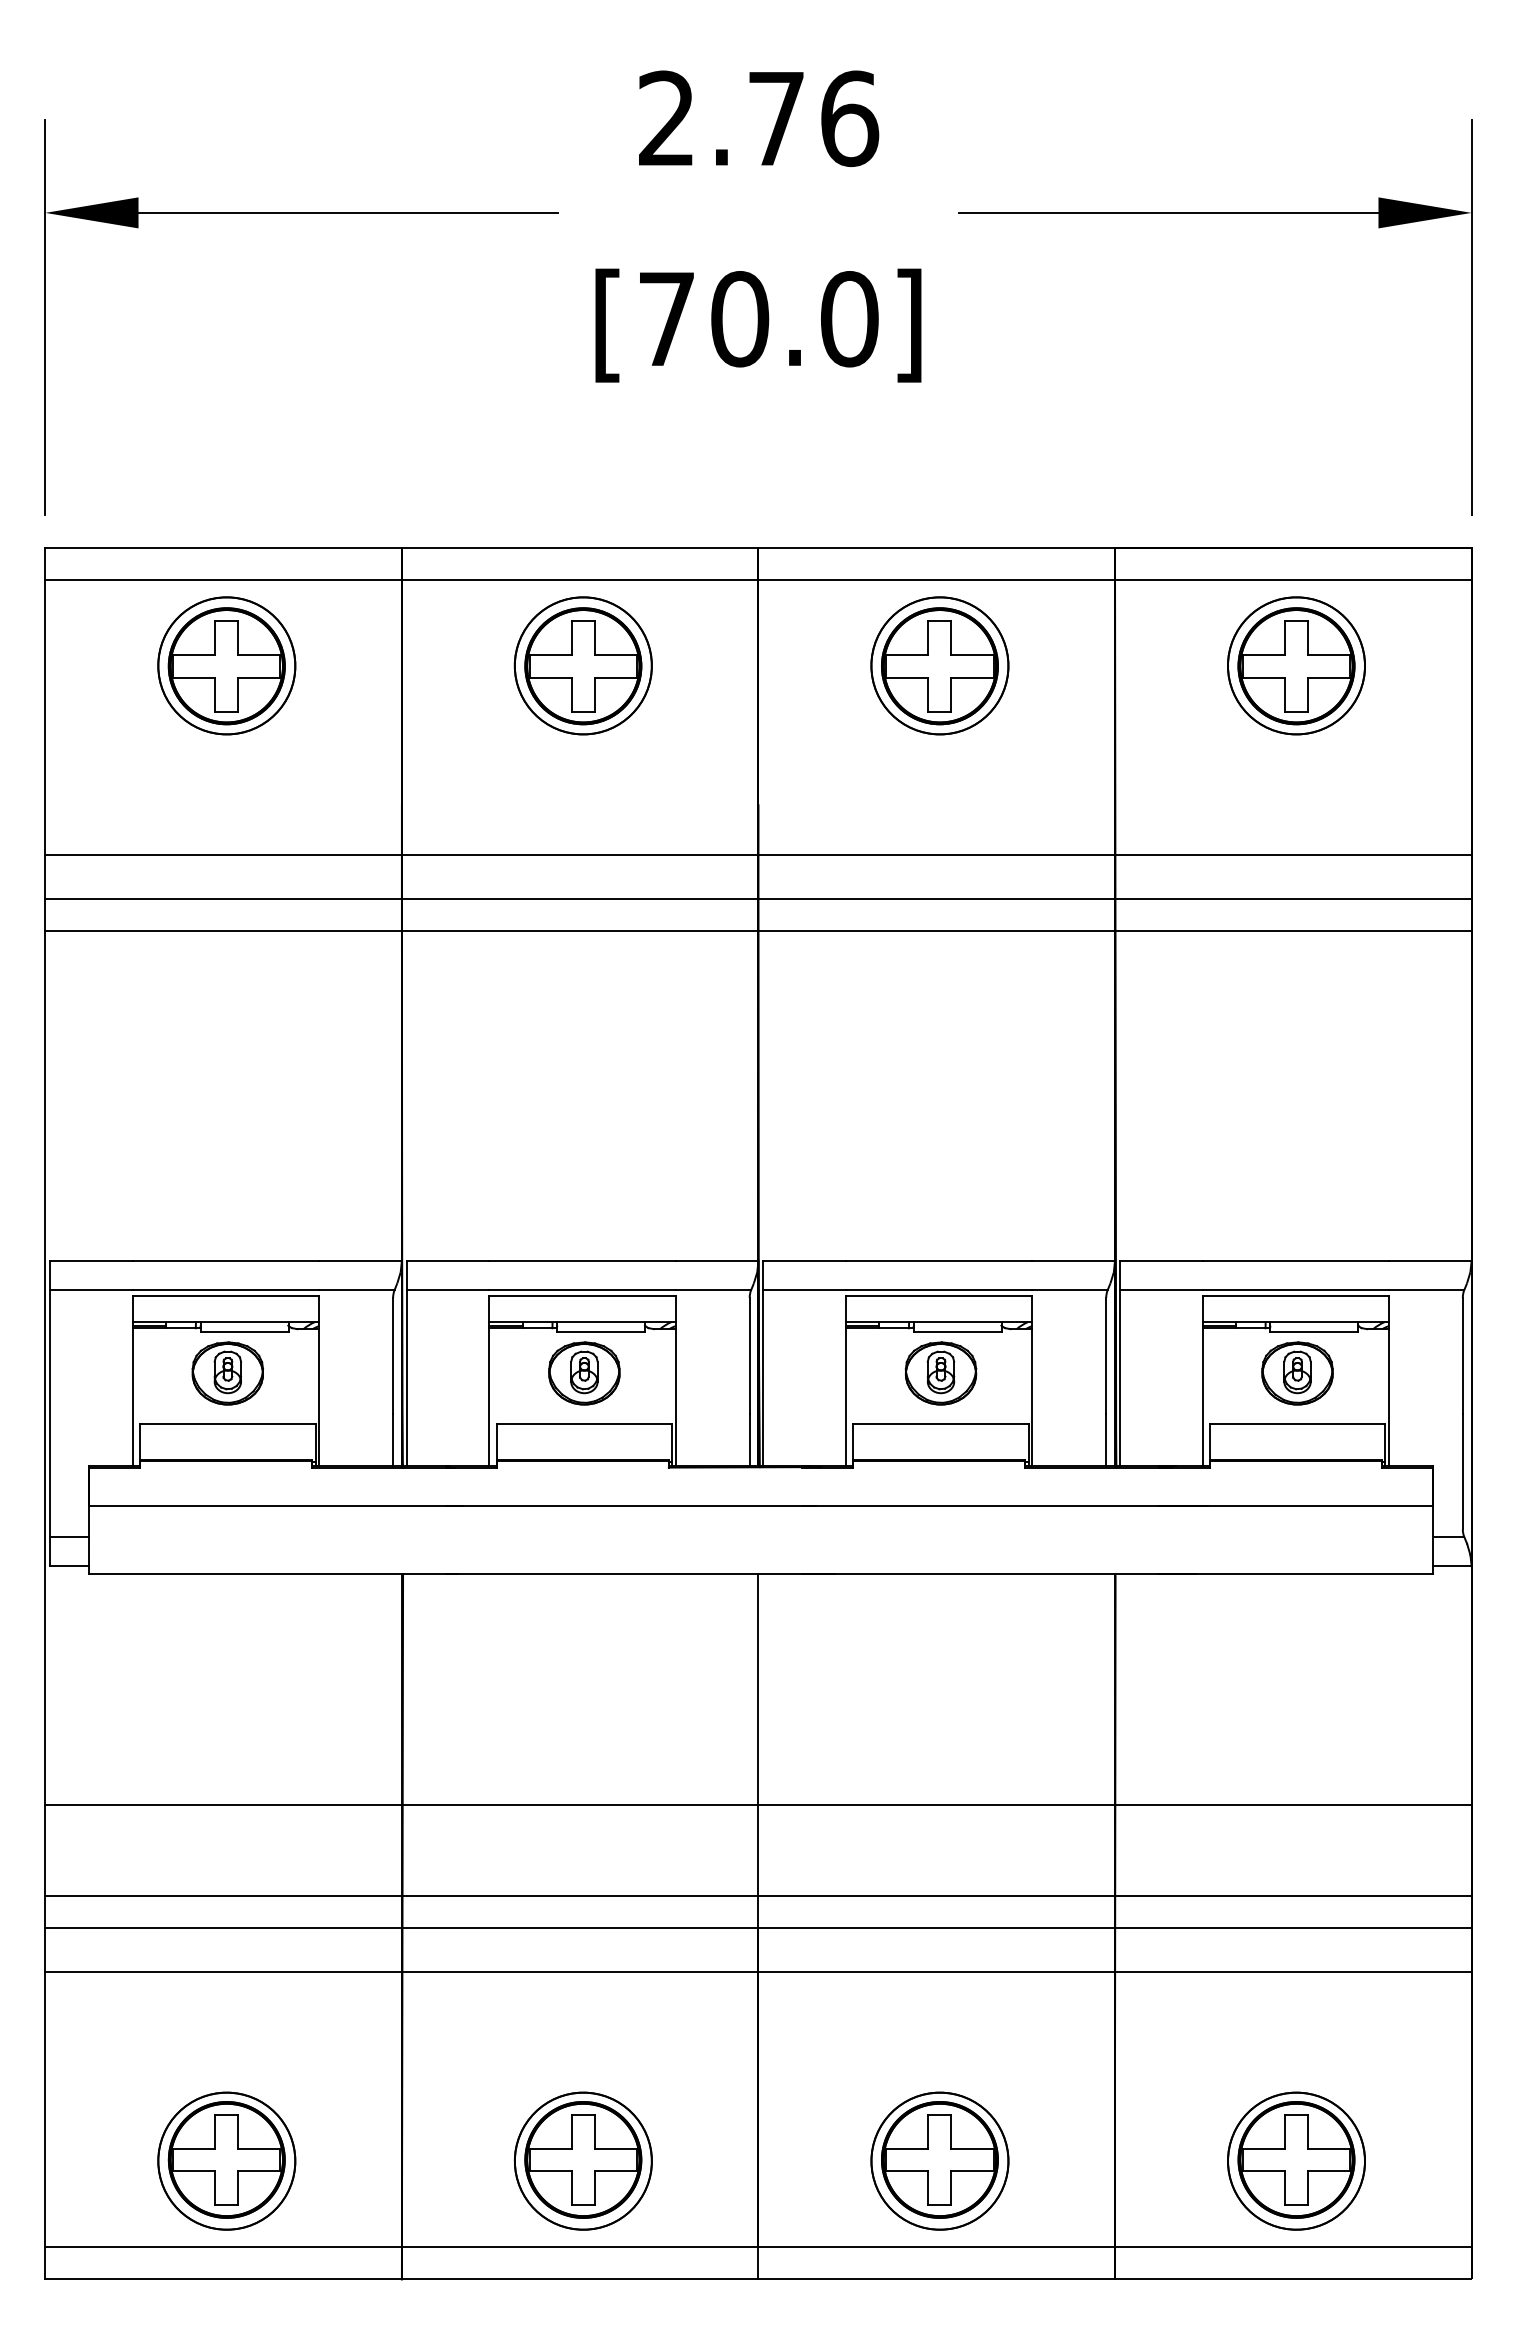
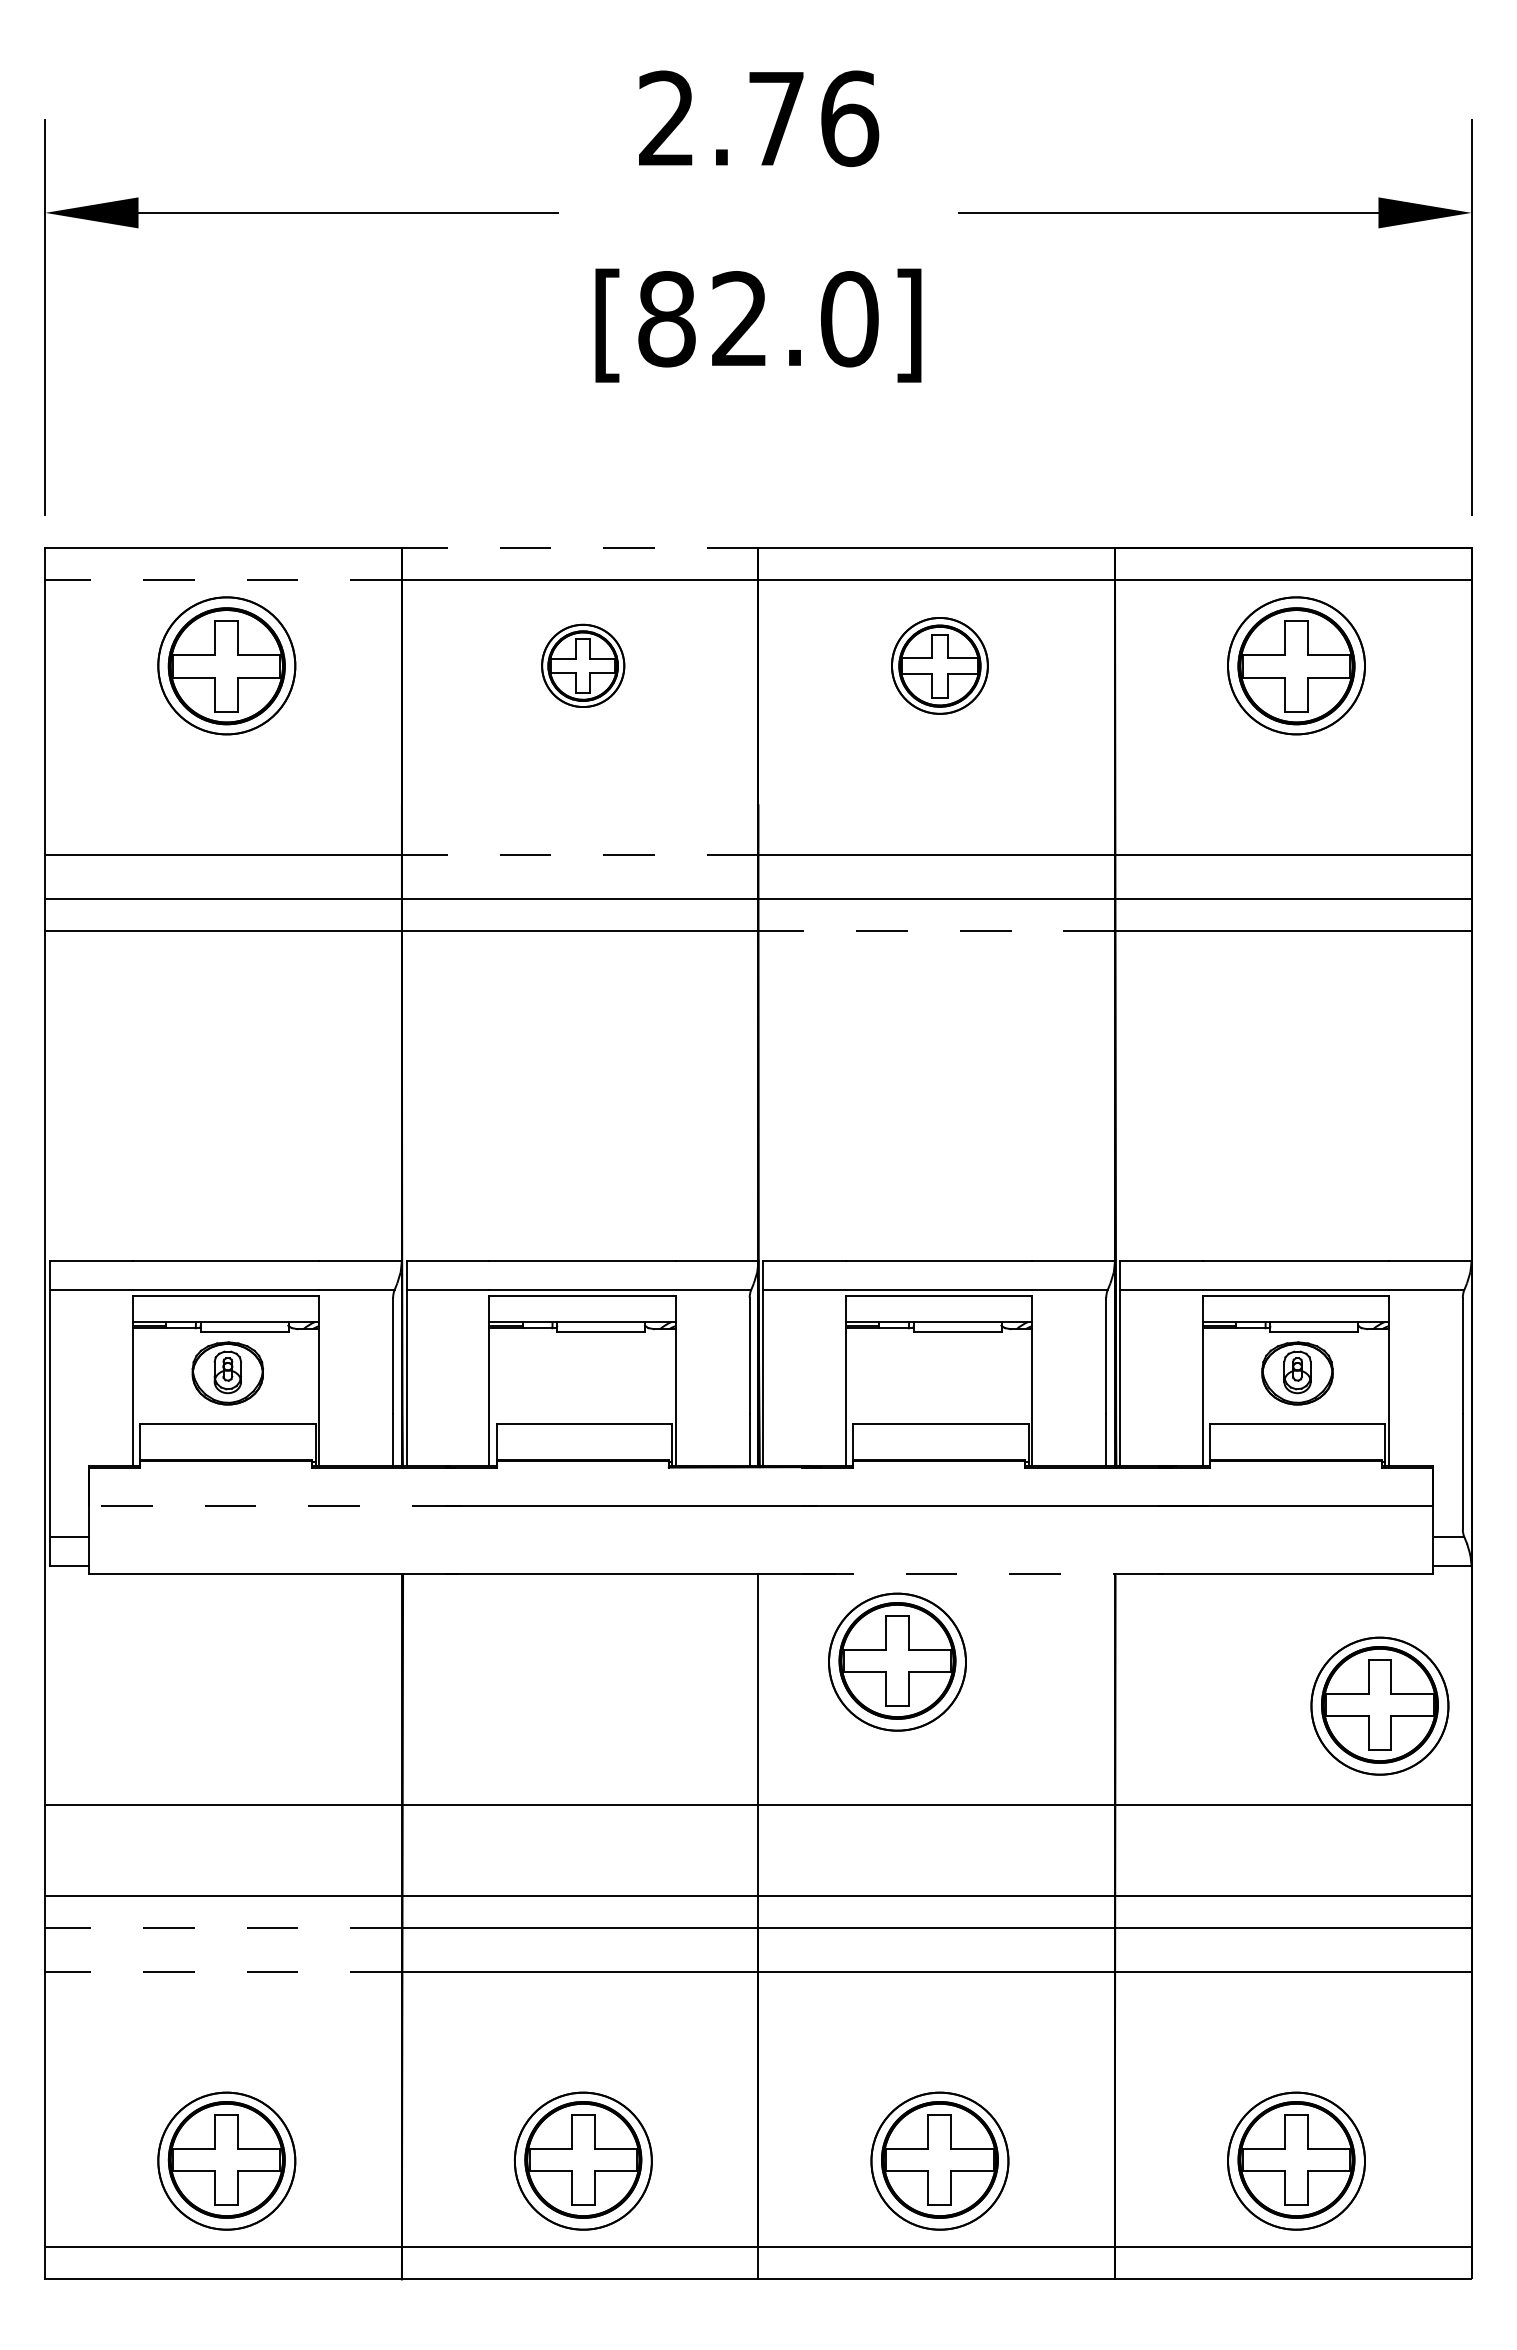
text at (703, 319): [70.0] -> [82.0]
line at (579, 547): solid -> dashed
line at (223, 580): solid -> dashed
part at (582, 665) size: 140x140 px -> 85x85 px
part at (939, 665) size: 140x140 px -> 98x98 px
line at (579, 855): solid -> dashed
line at (936, 930): solid -> dashed
part at (584, 1373): present -> none
part at (940, 1373): present -> none
line at (275, 1506): solid -> dashed
line at (999, 1573): solid -> dashed
part at (897, 1661): none -> present
part at (1379, 1705): none -> present
line at (223, 1927): solid -> dashed
line at (223, 1971): solid -> dashed
